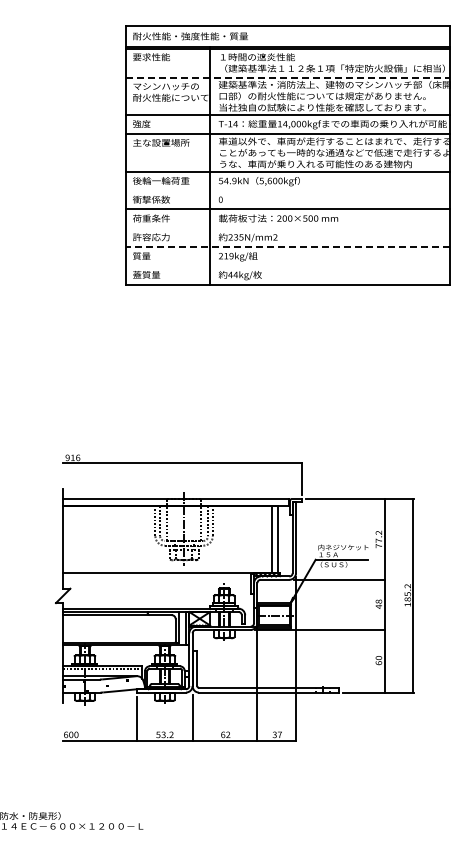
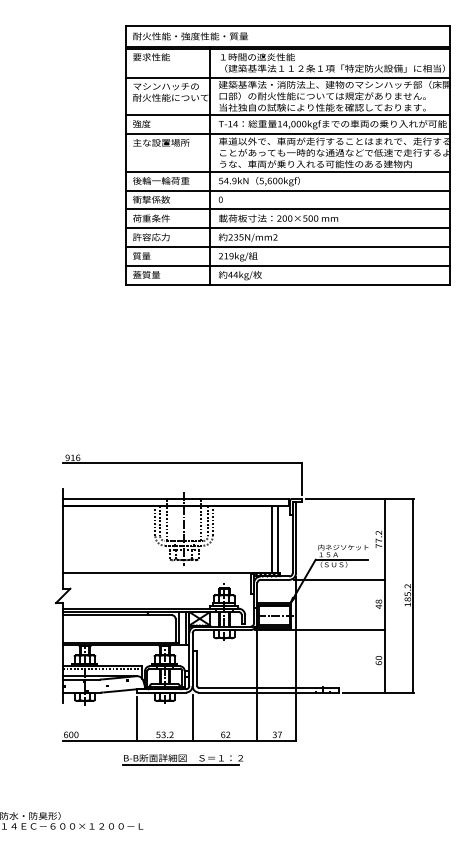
line at (288, 77): dashed -> solid
line at (287, 190): none -> present
line at (287, 228): none -> present
line at (288, 247): dashed -> solid
line at (287, 265): none -> present
part at (182, 759): none -> present
